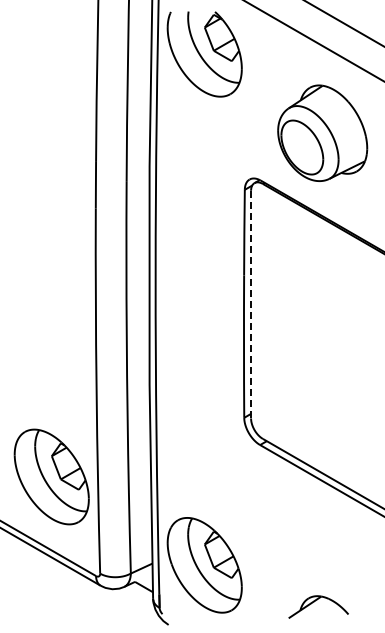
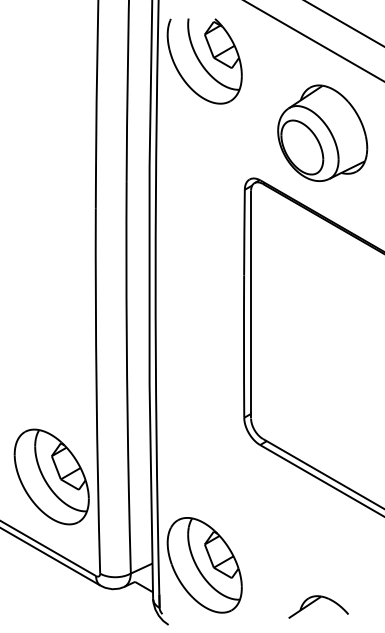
part at (204, 54) position: (204, 54) -> (204, 61)
line at (251, 304): dashed -> solid
